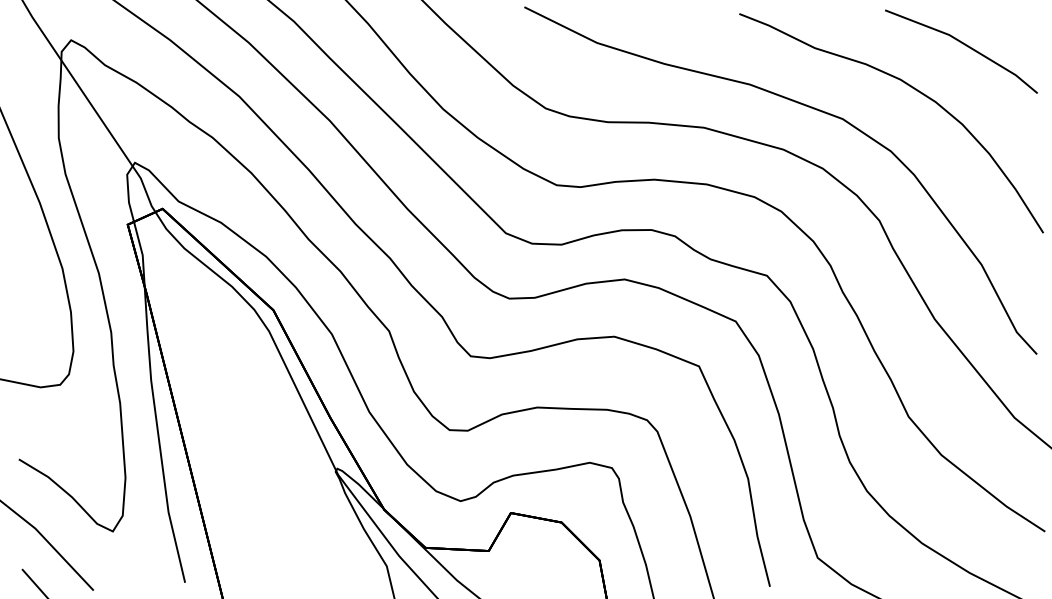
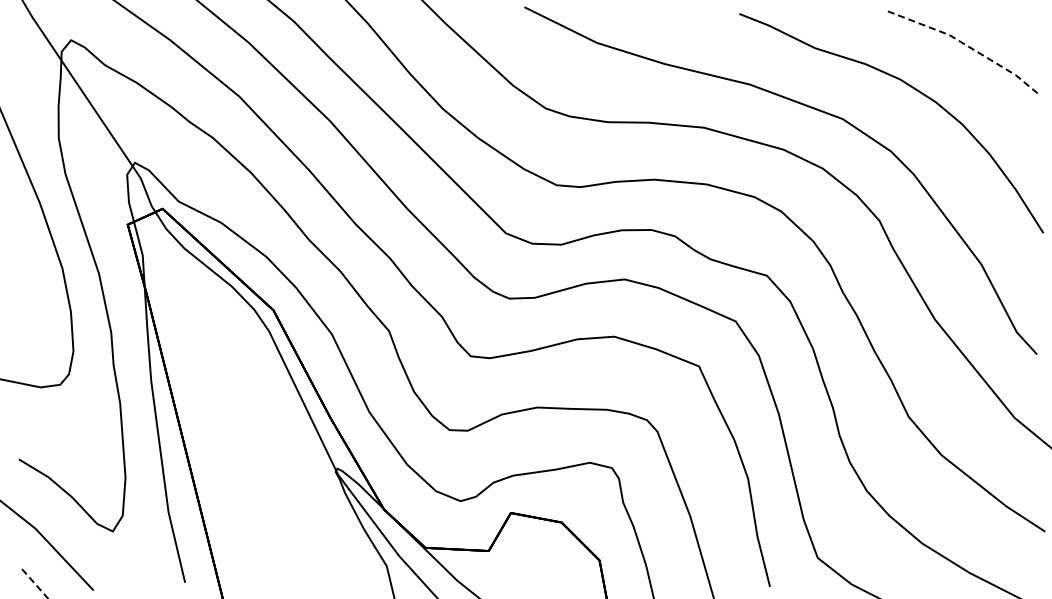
line at (965, 44): solid -> dashed
line at (35, 583): solid -> dashed
